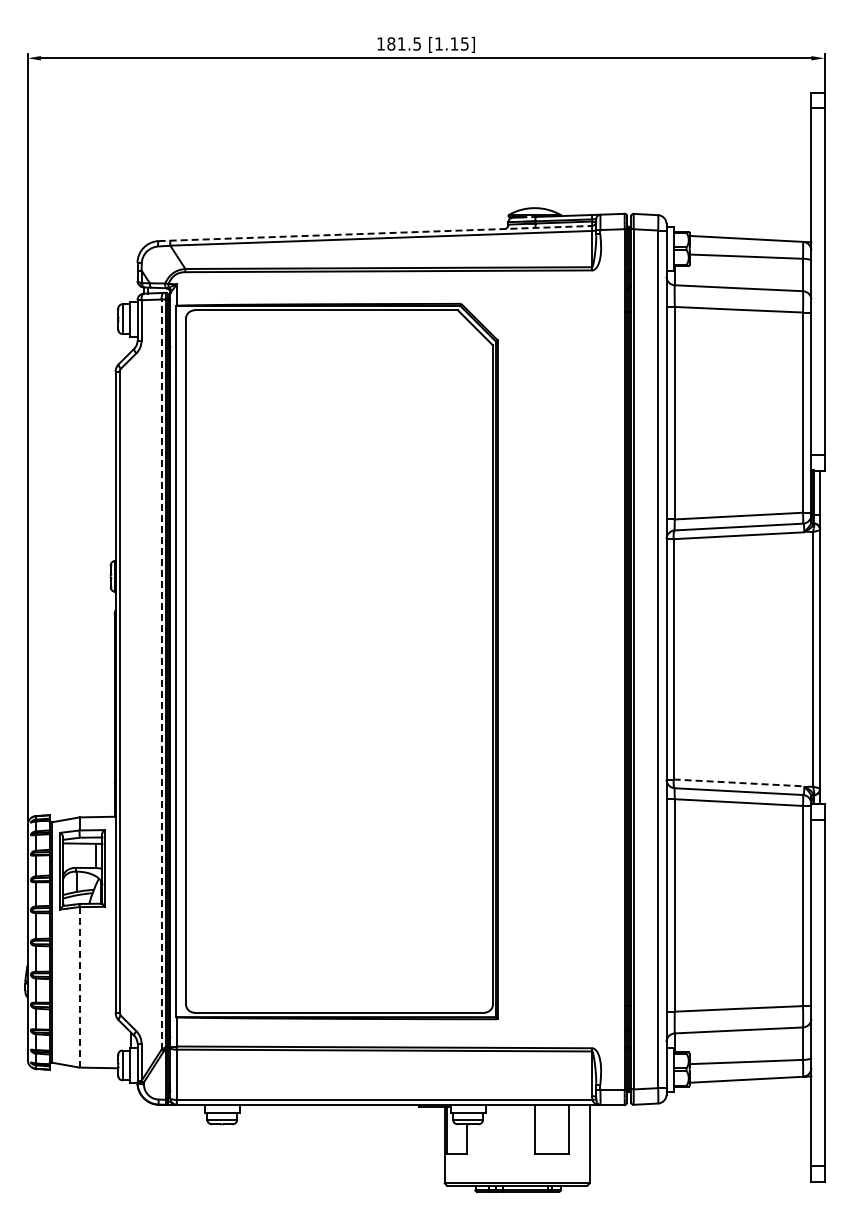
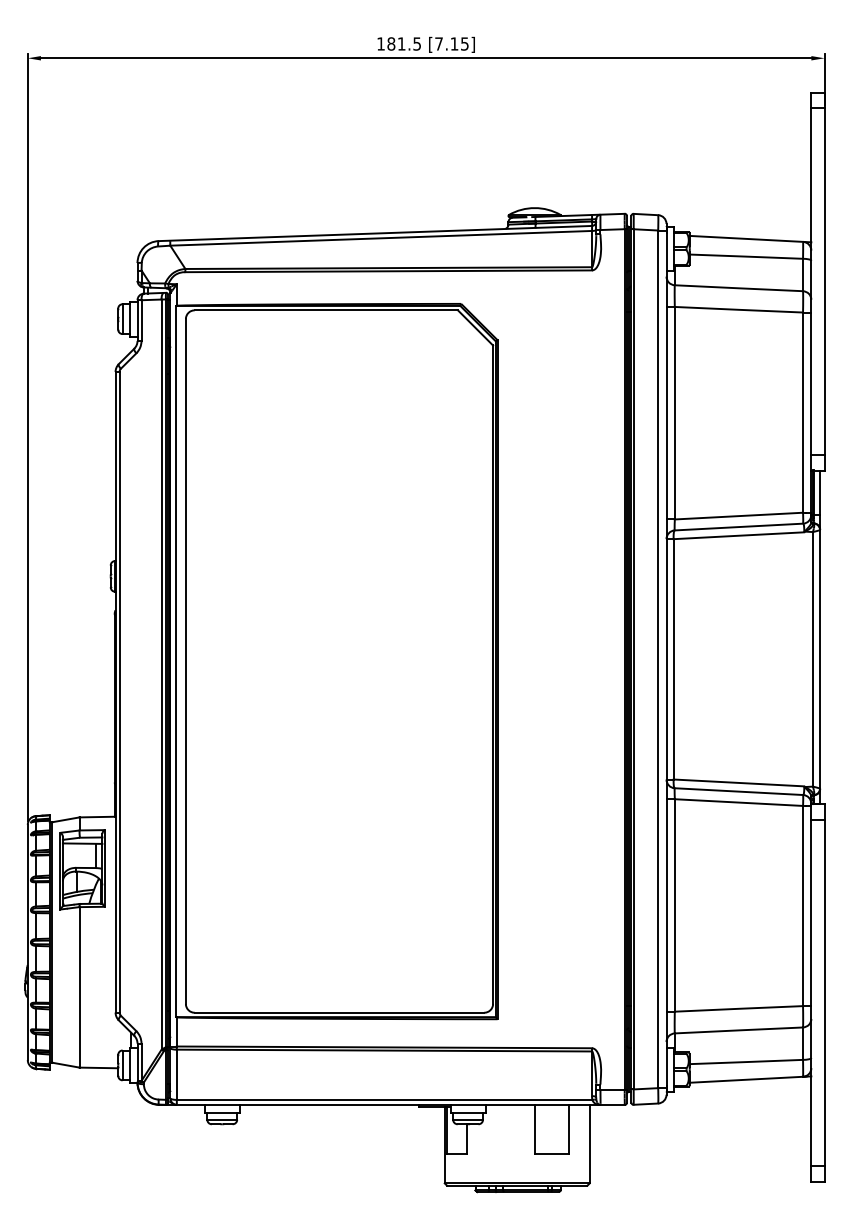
text at (438, 43): [1.15] -> [7.15]
line at (375, 233): dashed -> solid
line at (161, 674): dashed -> solid
line at (739, 782): dashed -> solid
line at (79, 986): dashed -> solid
